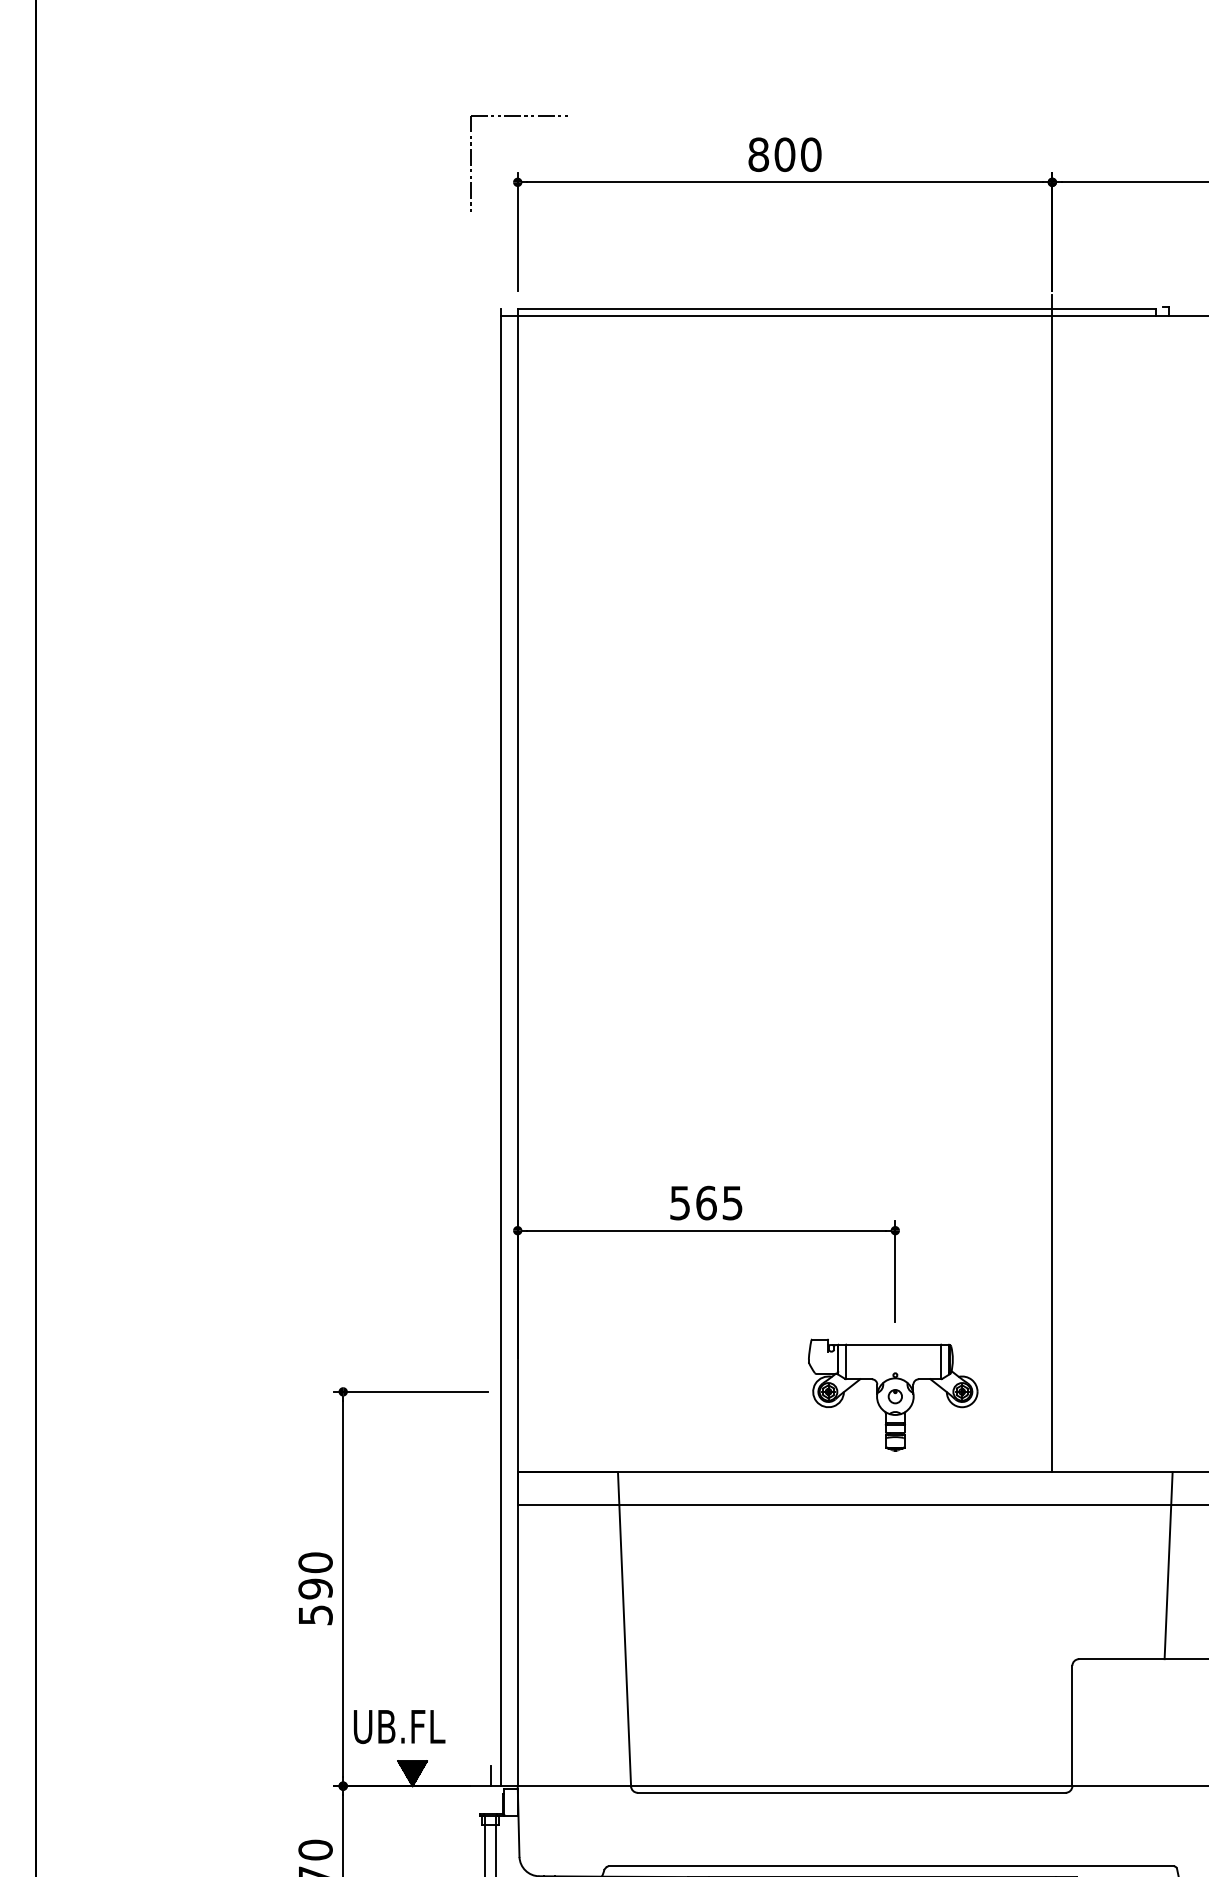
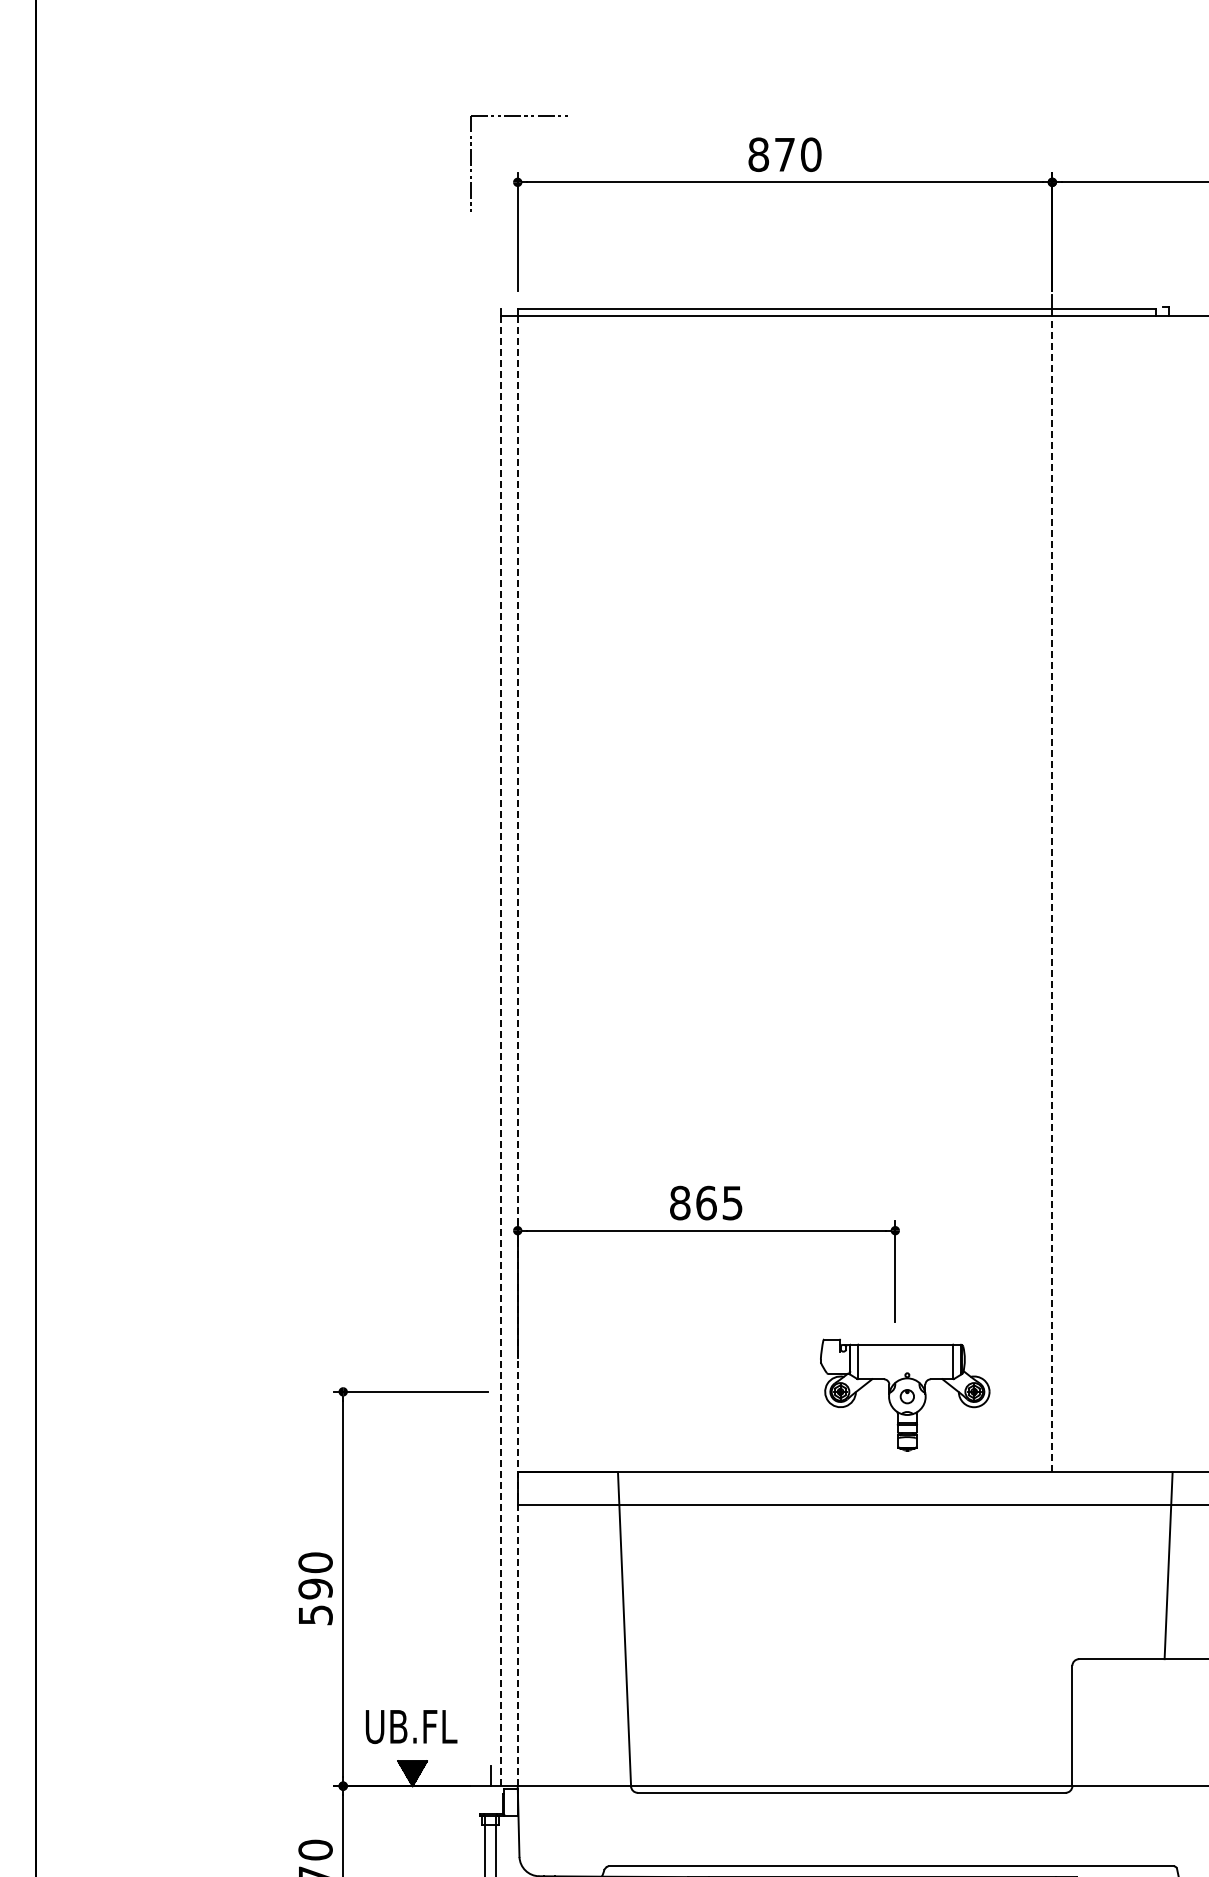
text at (784, 154): 800 -> 870
line at (1052, 893): solid -> dashed
line at (501, 1050): solid -> dashed
line at (517, 1050): solid -> dashed
text at (680, 1202): 565 -> 865
part at (893, 1394) position: (893, 1394) -> (905, 1394)
text at (399, 1726) position: (399, 1726) -> (411, 1726)
